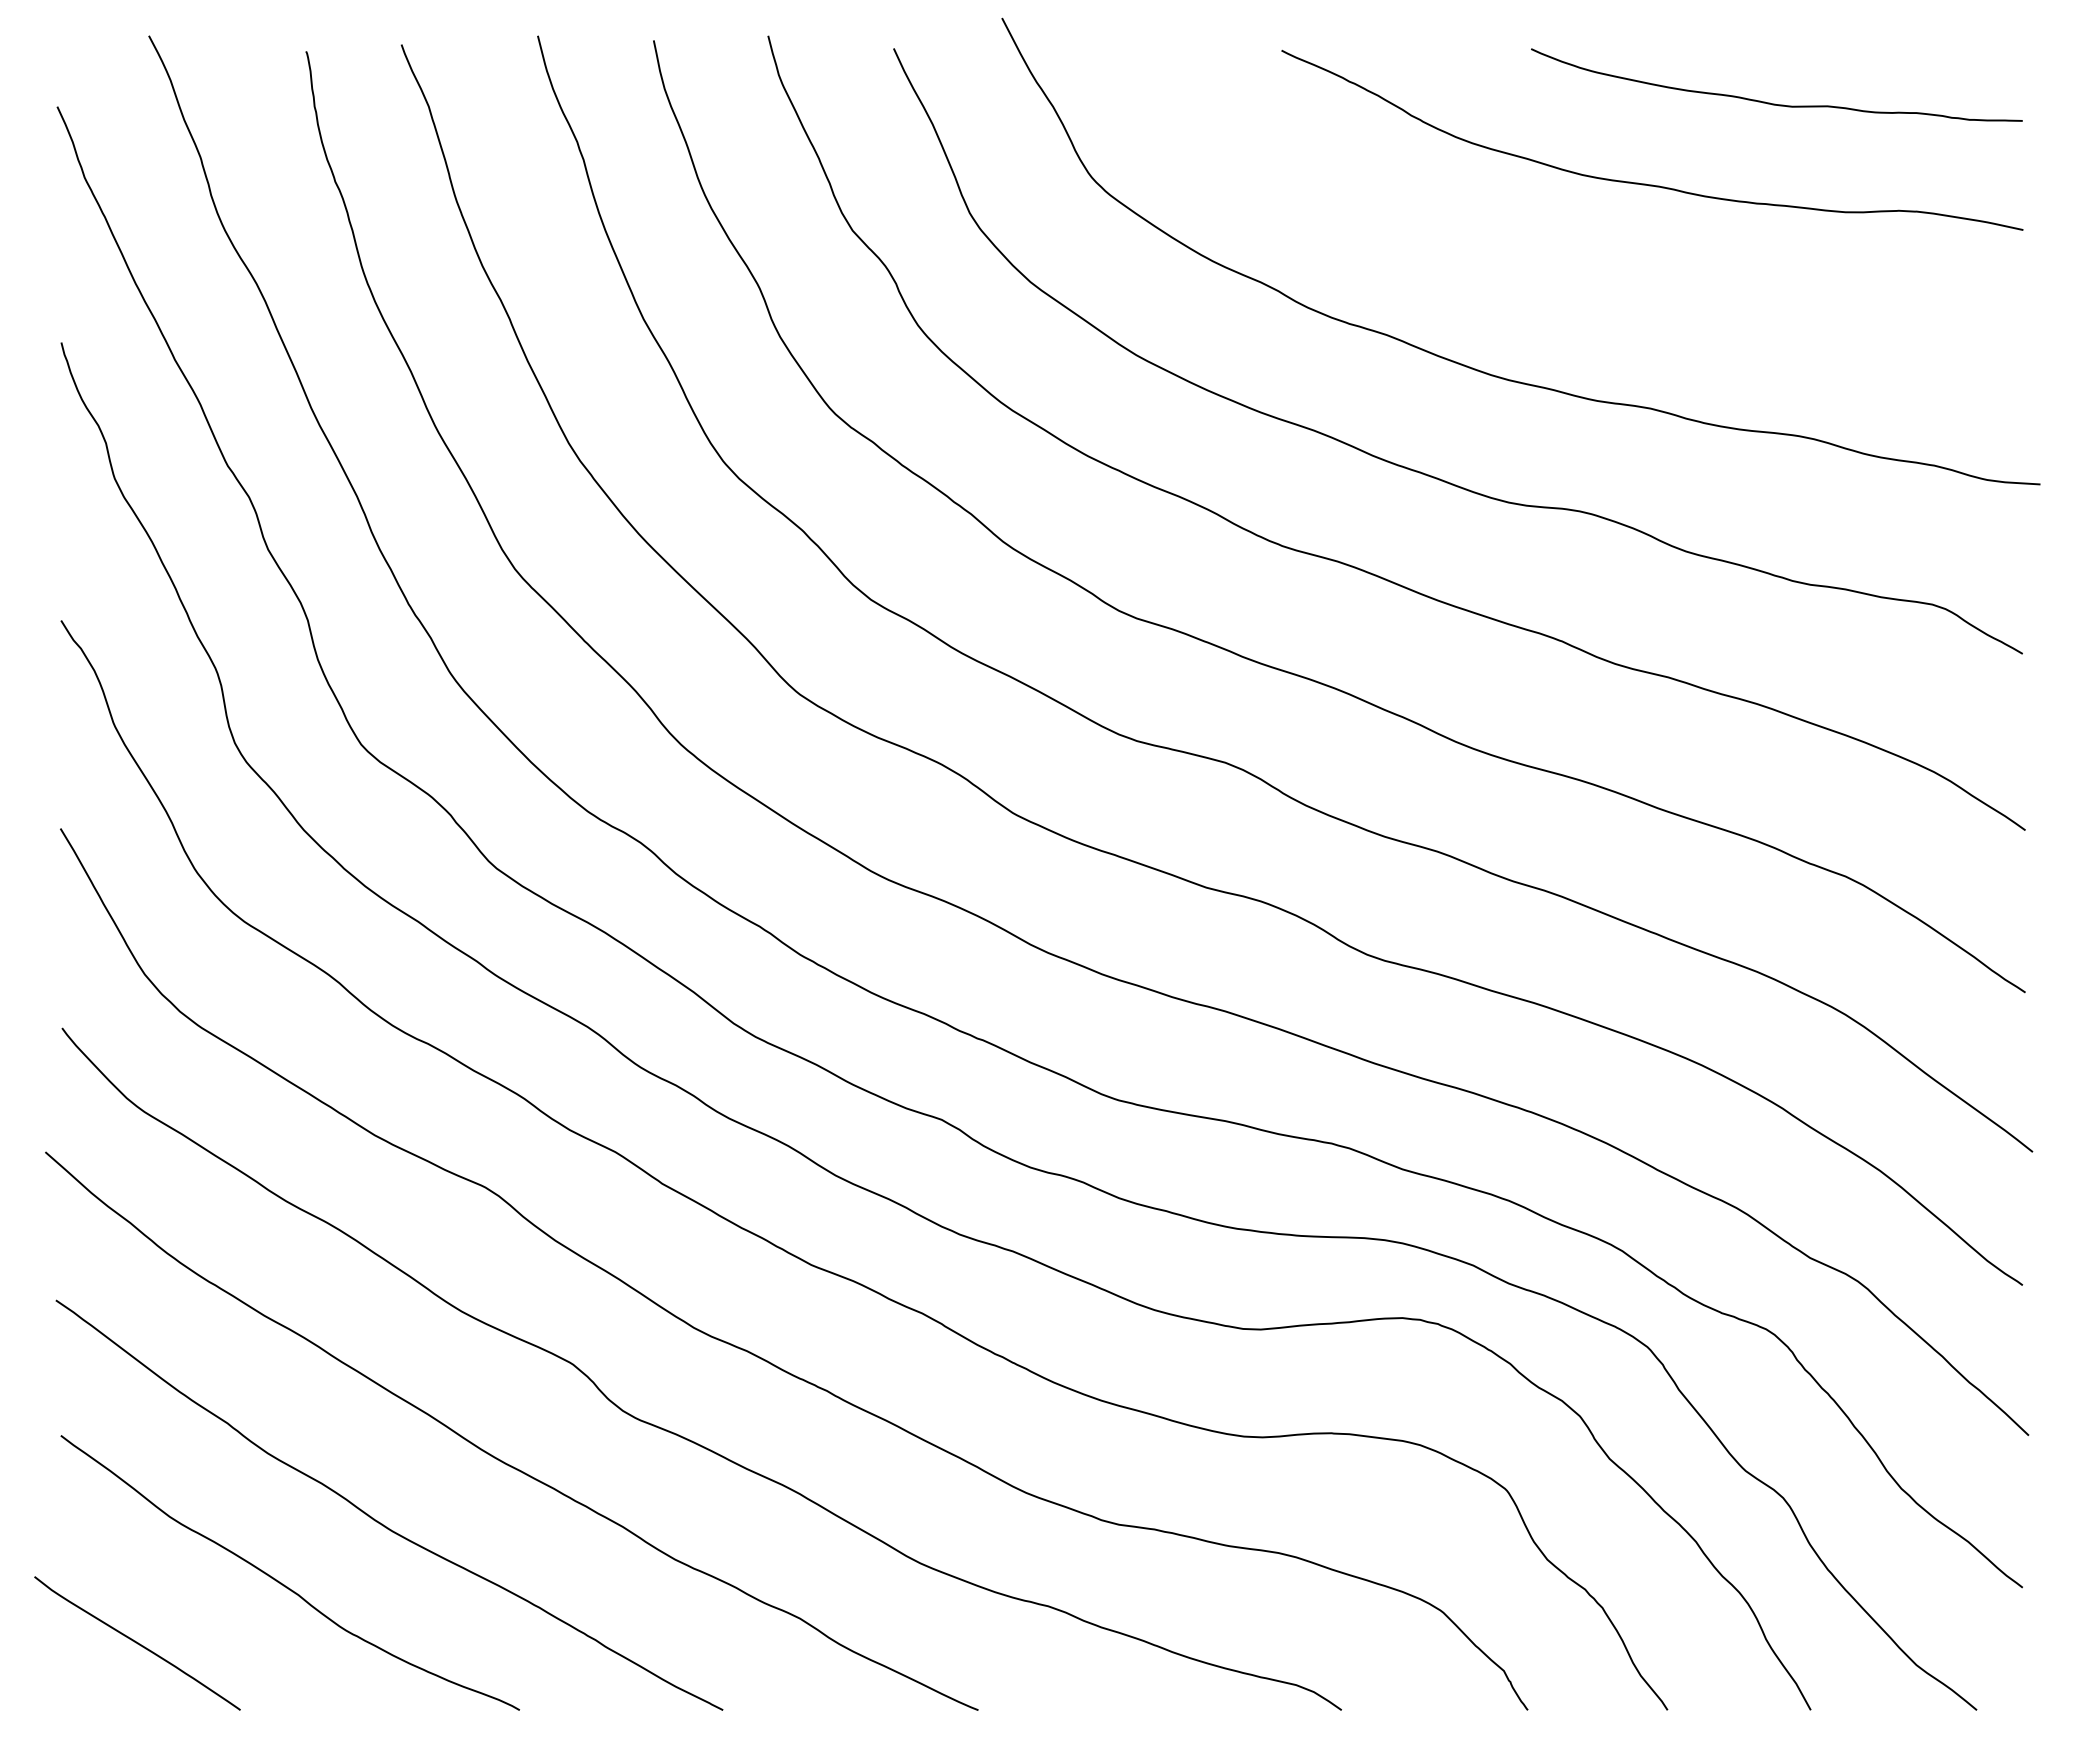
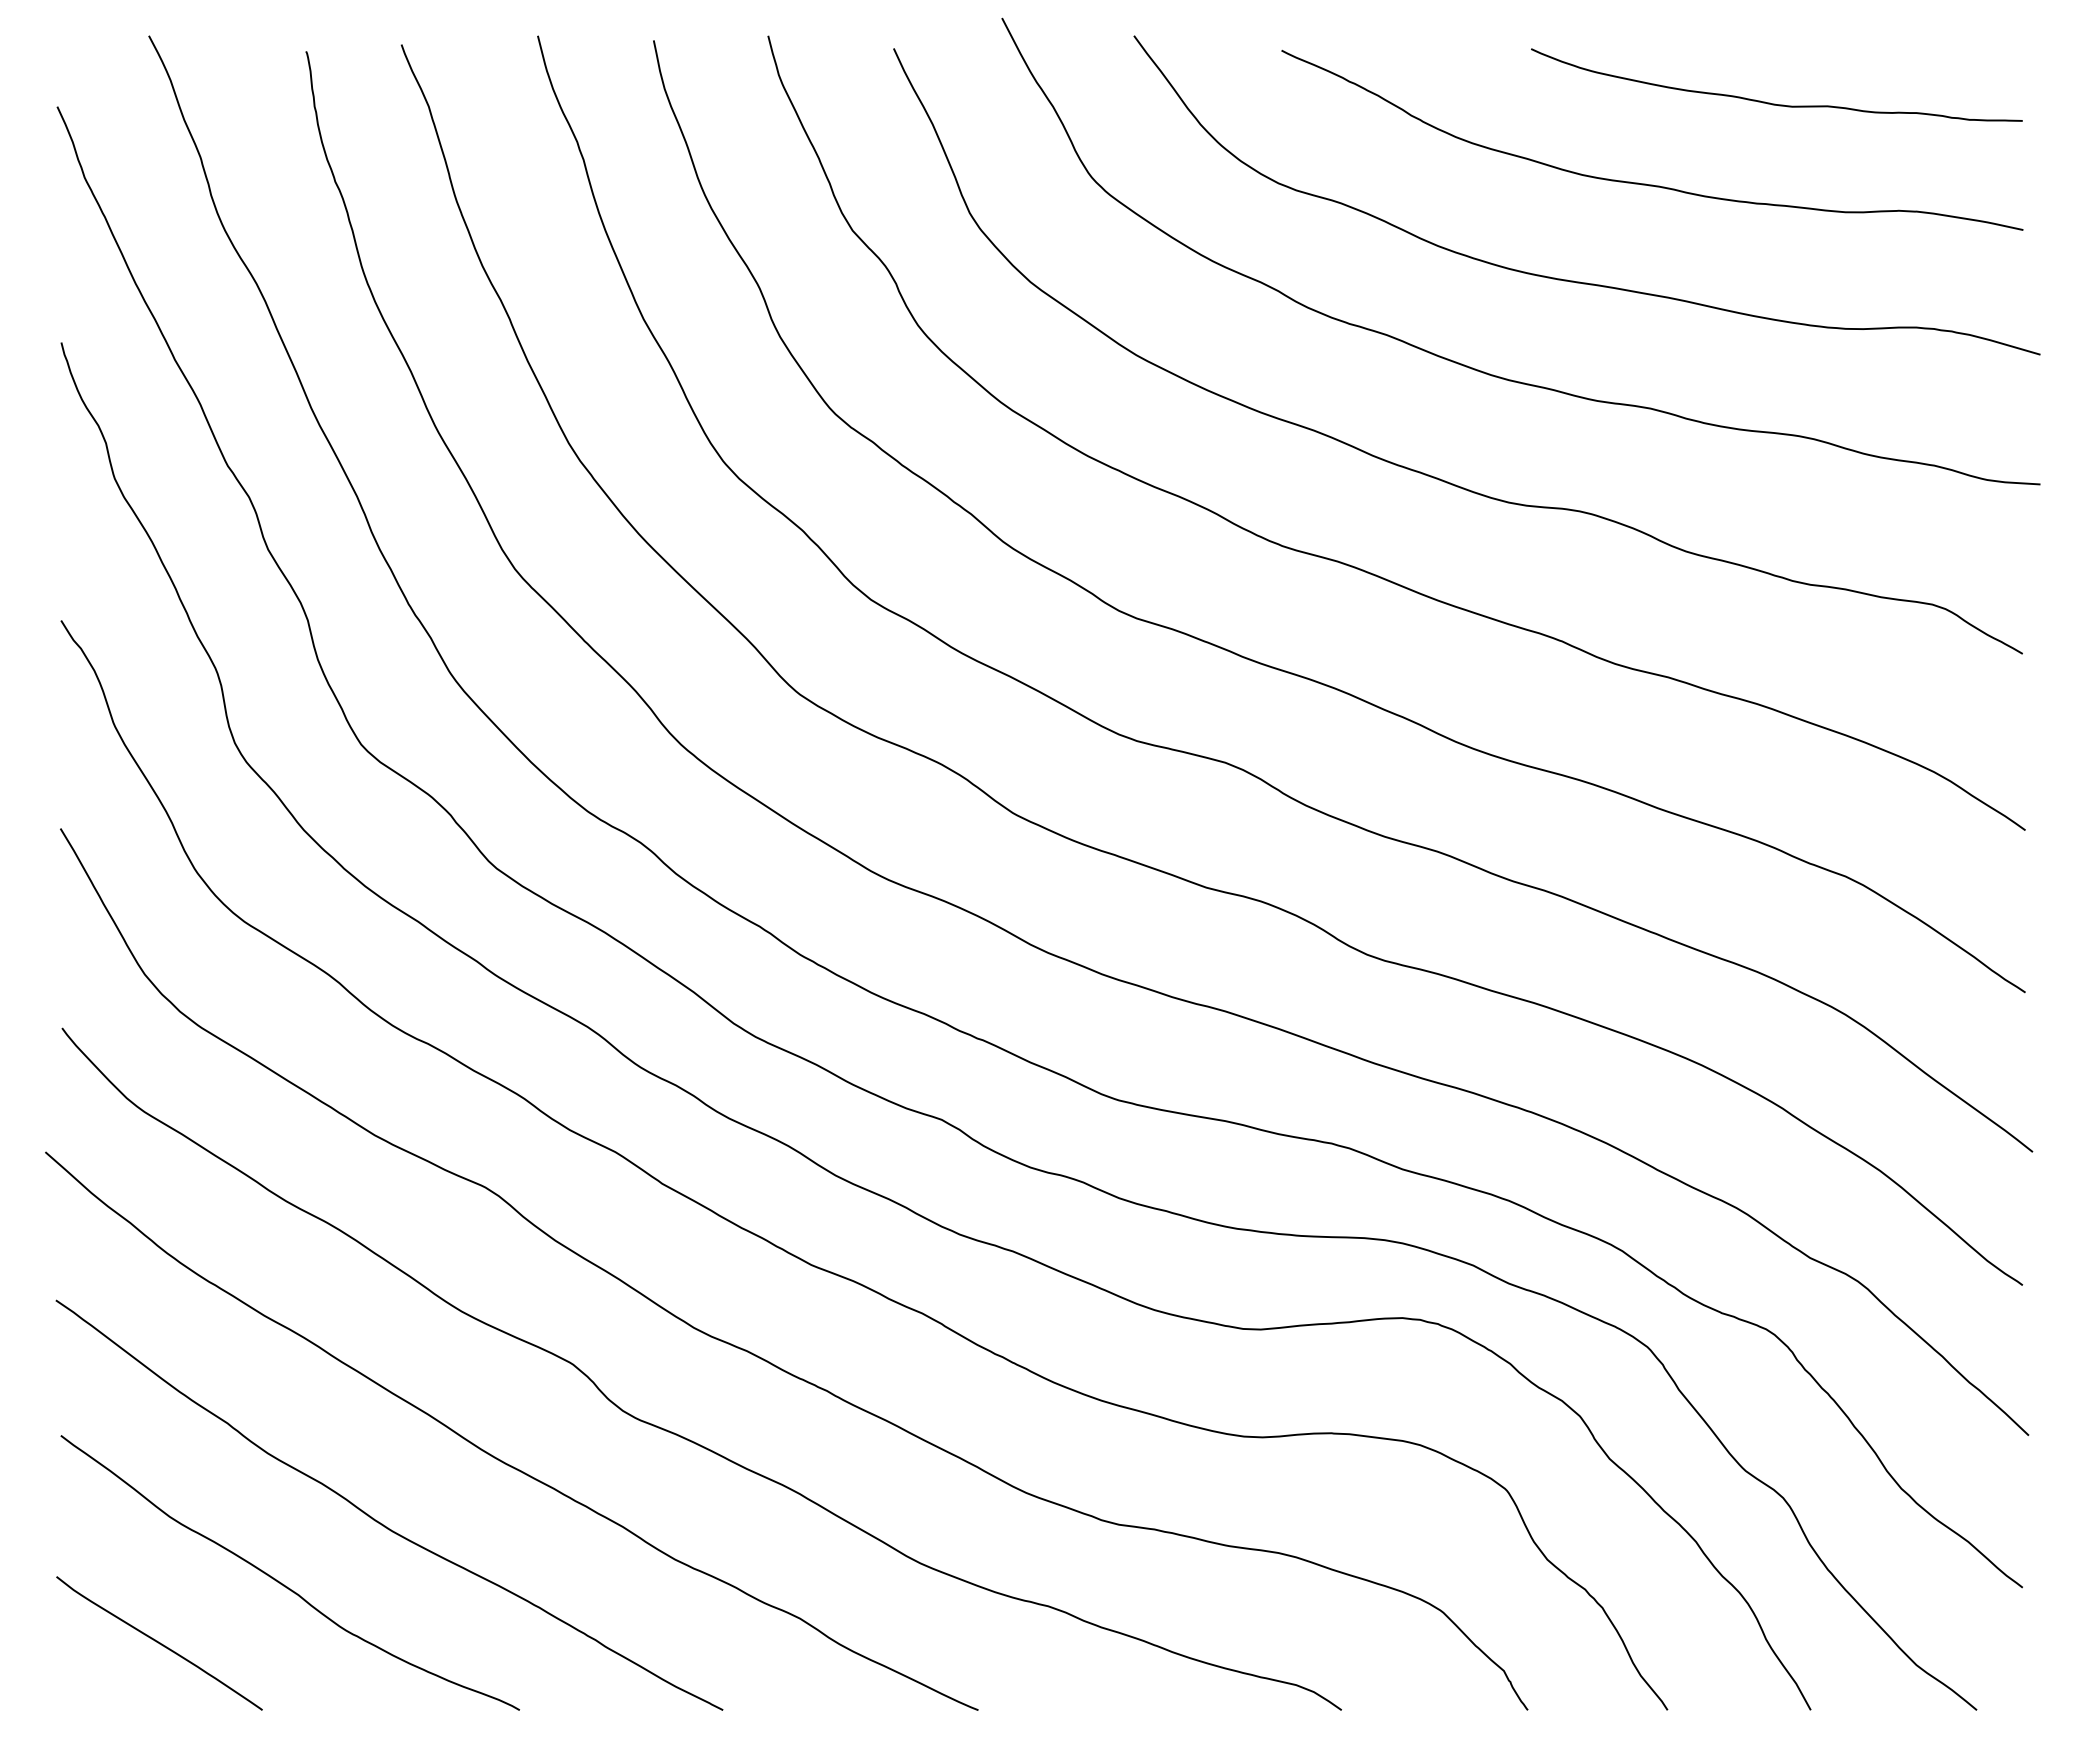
curve at (1573, 280): none -> present
curve at (137, 1643) position: (137, 1643) -> (159, 1643)
